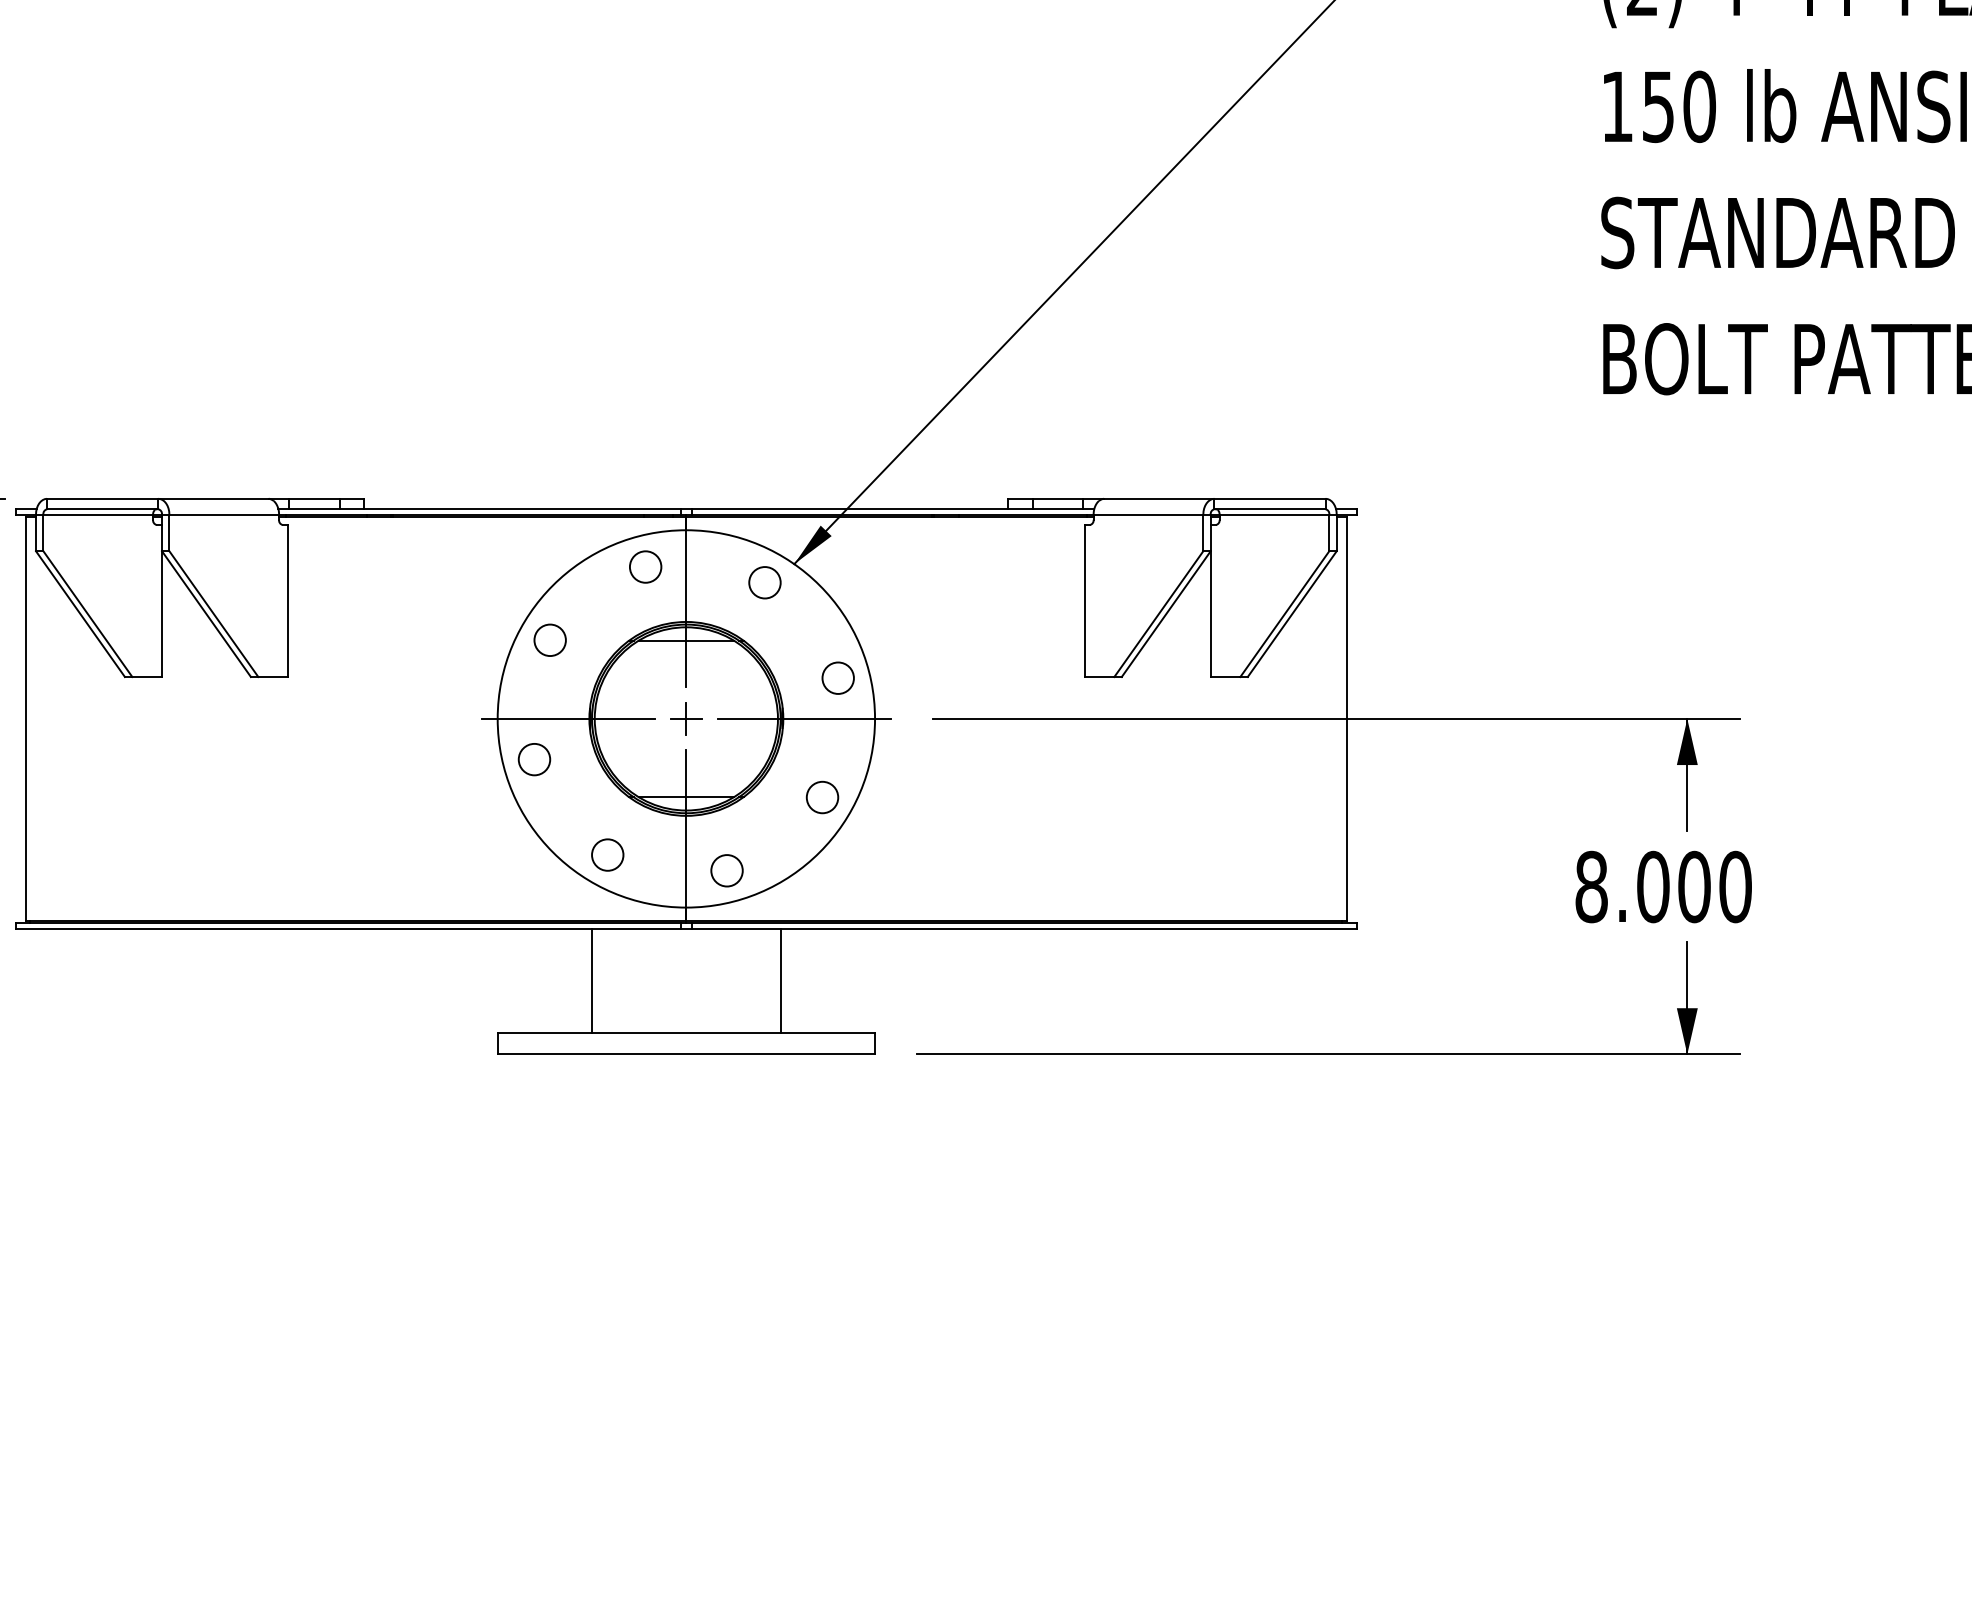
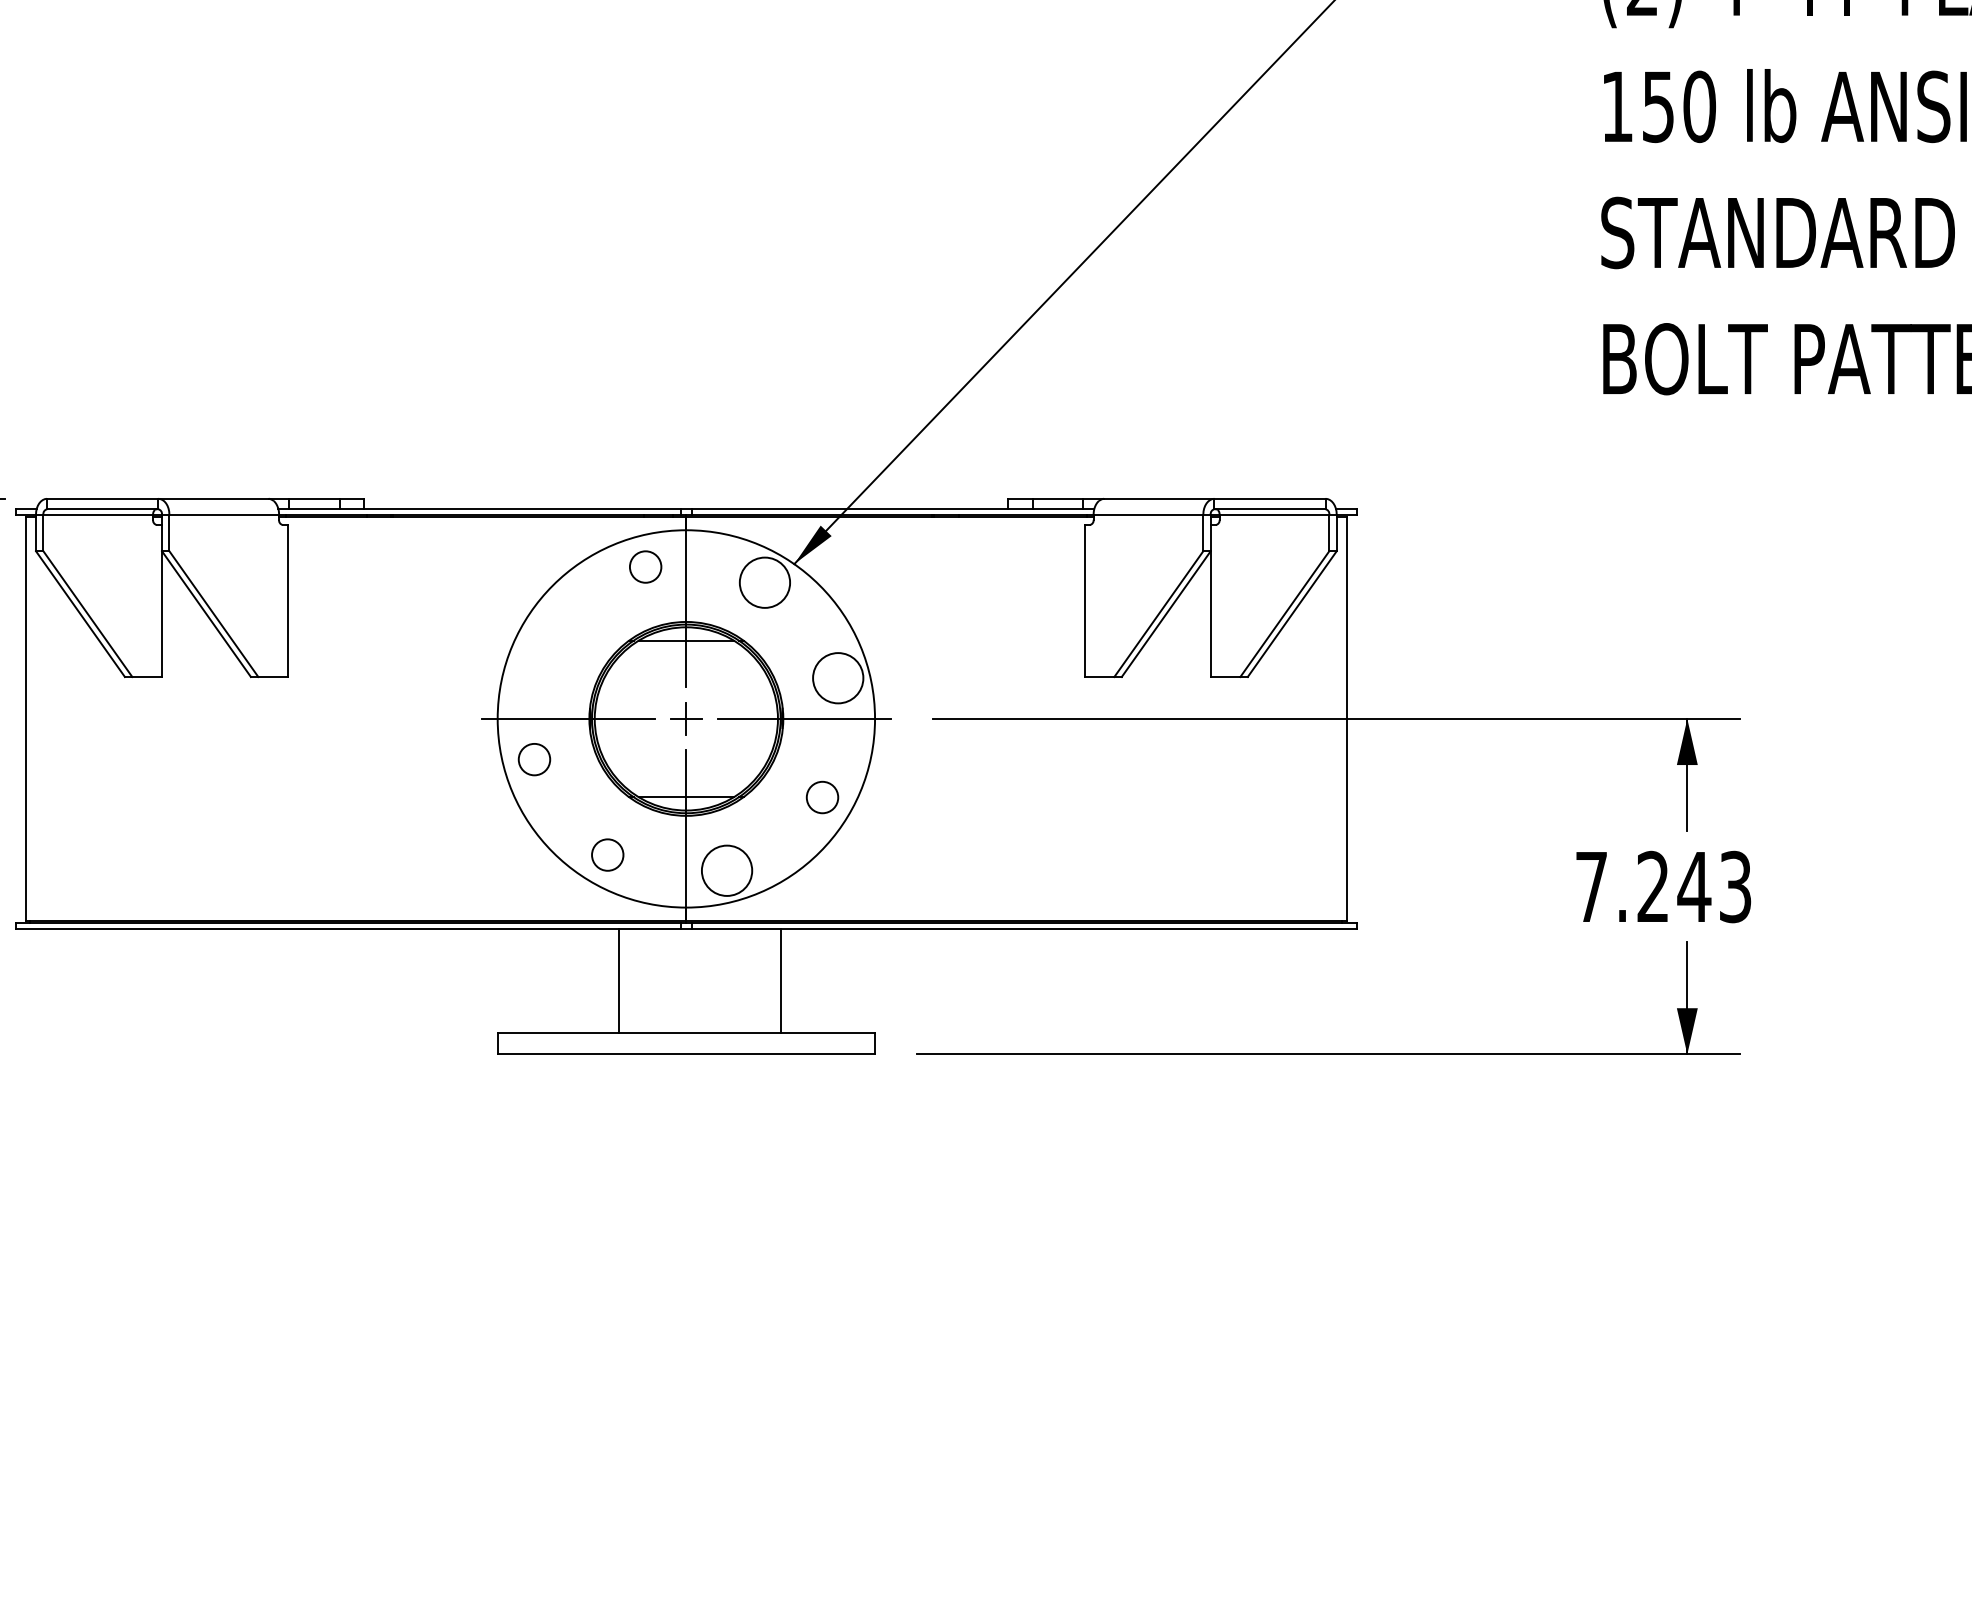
circle at (764, 582) diameter: 31 px -> 50 px
circle at (549, 639): present -> none
circle at (837, 677) diameter: 31 px -> 50 px
circle at (726, 870) diameter: 31 px -> 50 px
text at (1663, 886): 8.000 -> 7.243
line at (592, 980) position: (592, 980) -> (619, 980)
